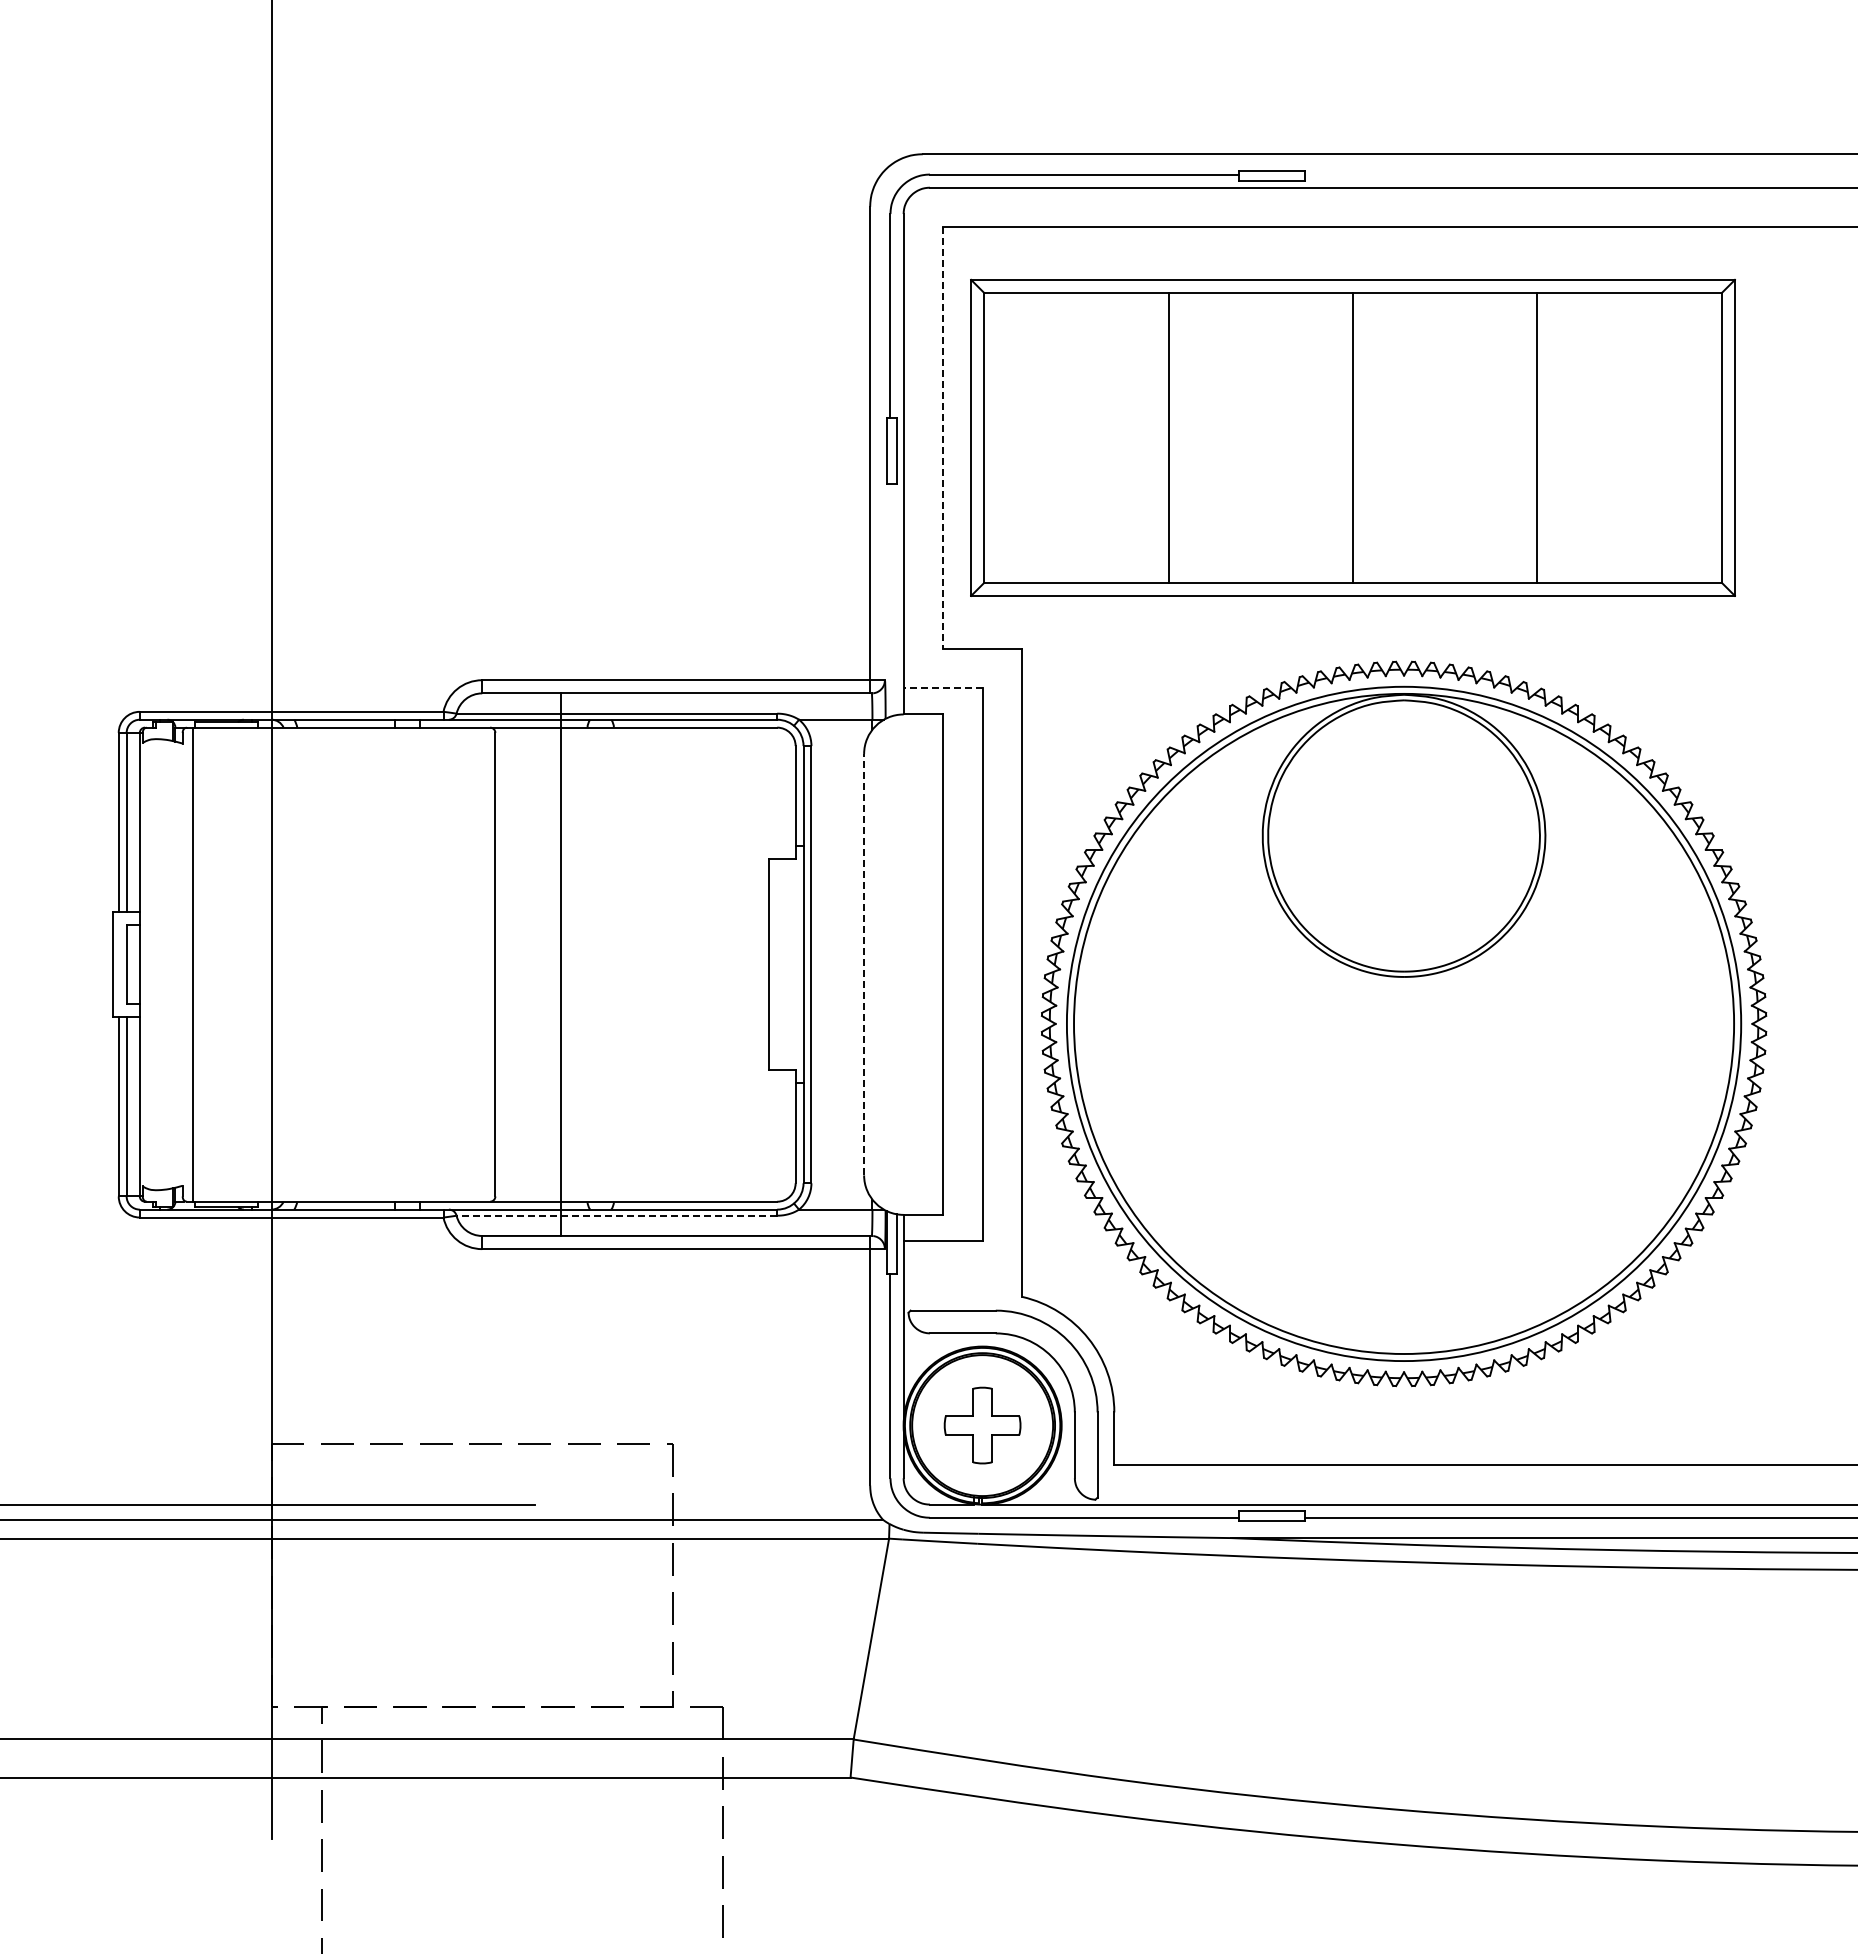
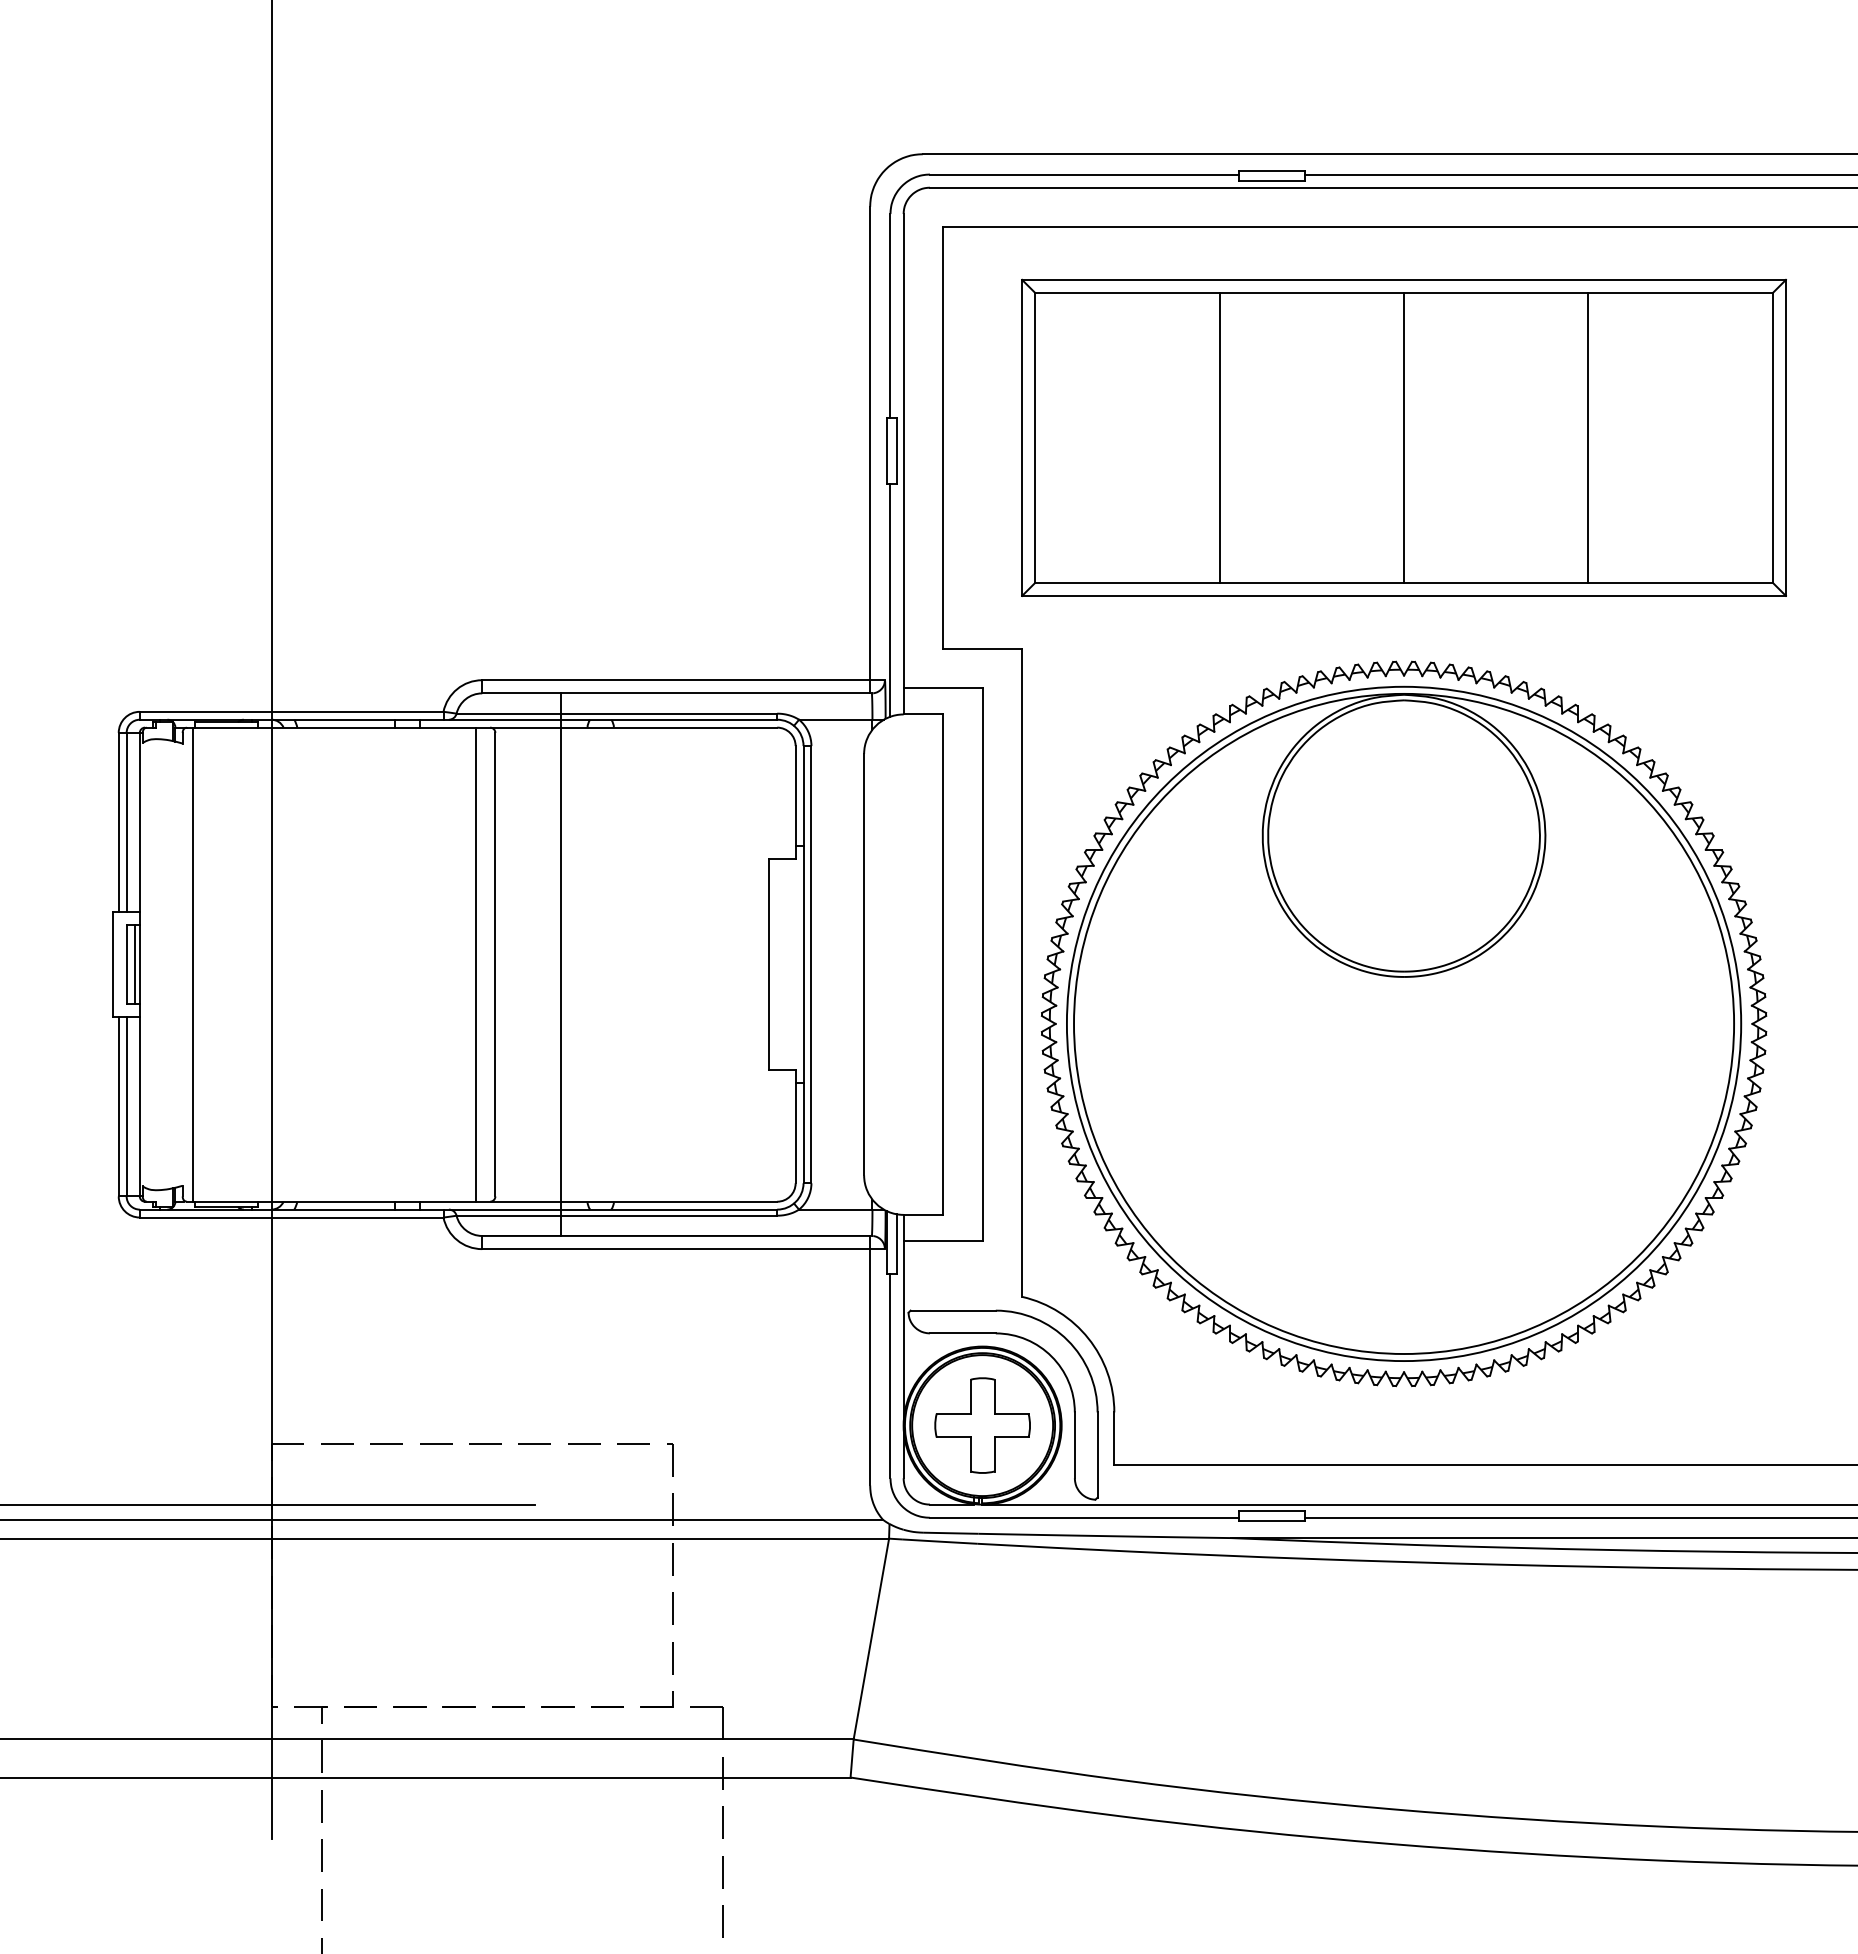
line at (1579, 174): none -> present
line at (943, 437): dashed -> solid
part at (1352, 437) position: (1352, 437) -> (1403, 437)
line at (890, 600): none -> present
line at (943, 688): dashed -> solid
line at (135, 964): none -> present
line at (475, 964): none -> present
line at (864, 964): dashed -> solid
line at (616, 1215): dashed -> solid
part at (982, 1425) size: 79x79 px -> 97x97 px
